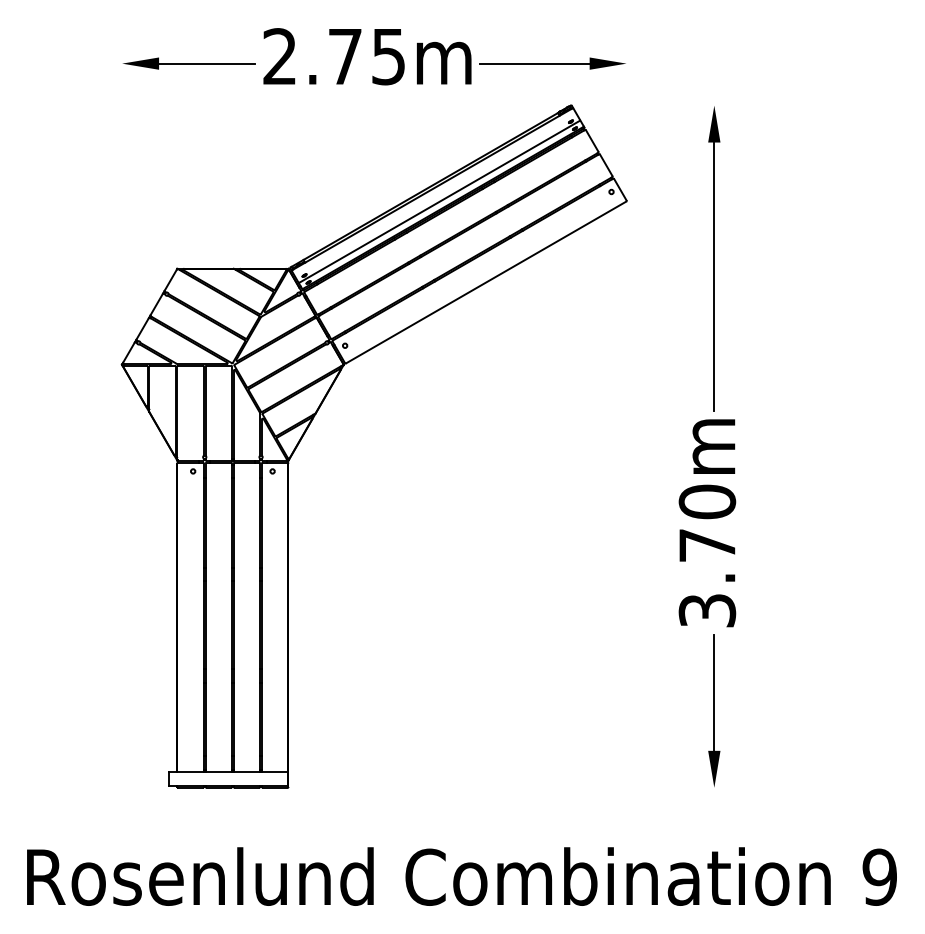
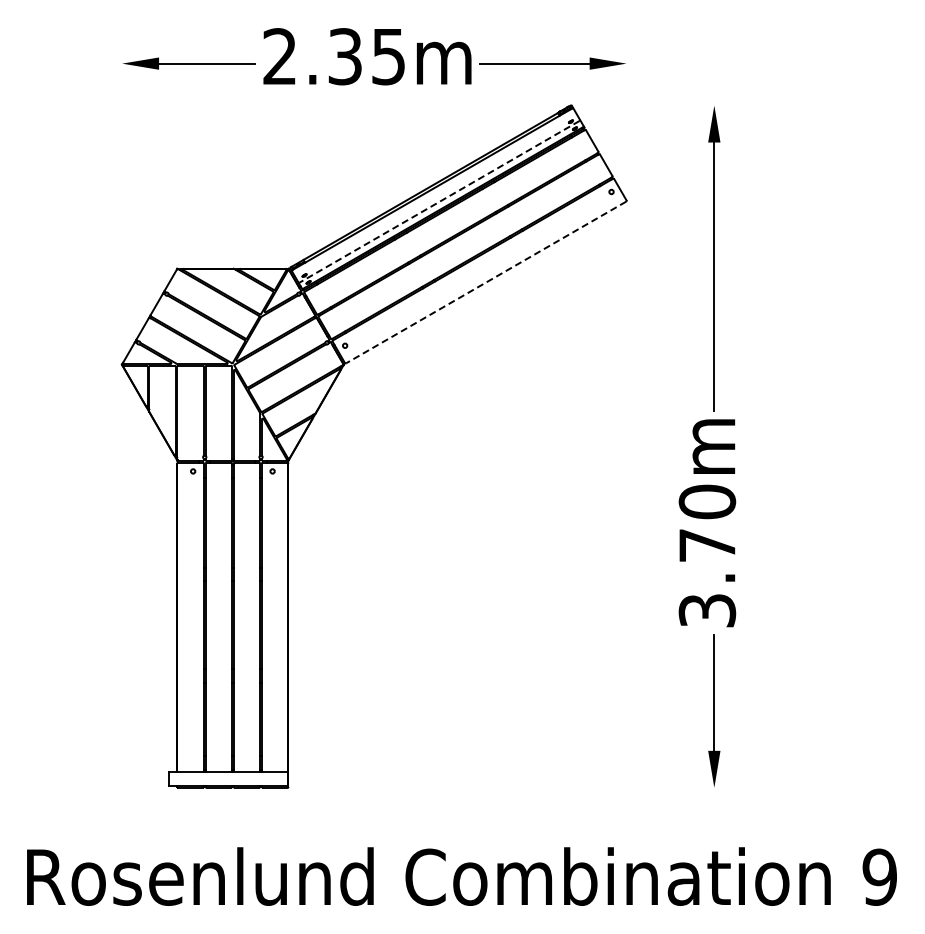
text at (344, 56): 2.75m -> 2.35m
line at (439, 201): solid -> dashed
line at (486, 282): solid -> dashed
